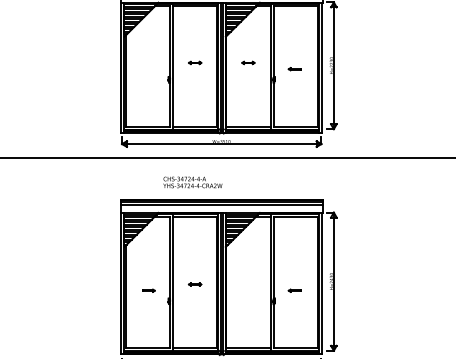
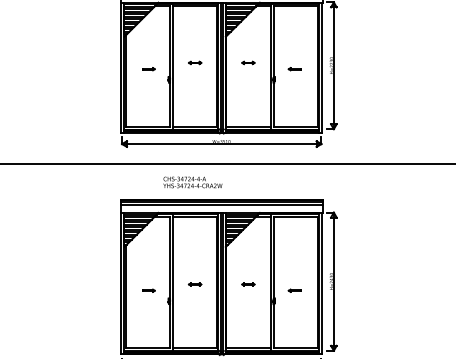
part at (148, 69): none -> present
line at (227, 158) position: (227, 158) -> (227, 164)
part at (248, 284): none -> present
